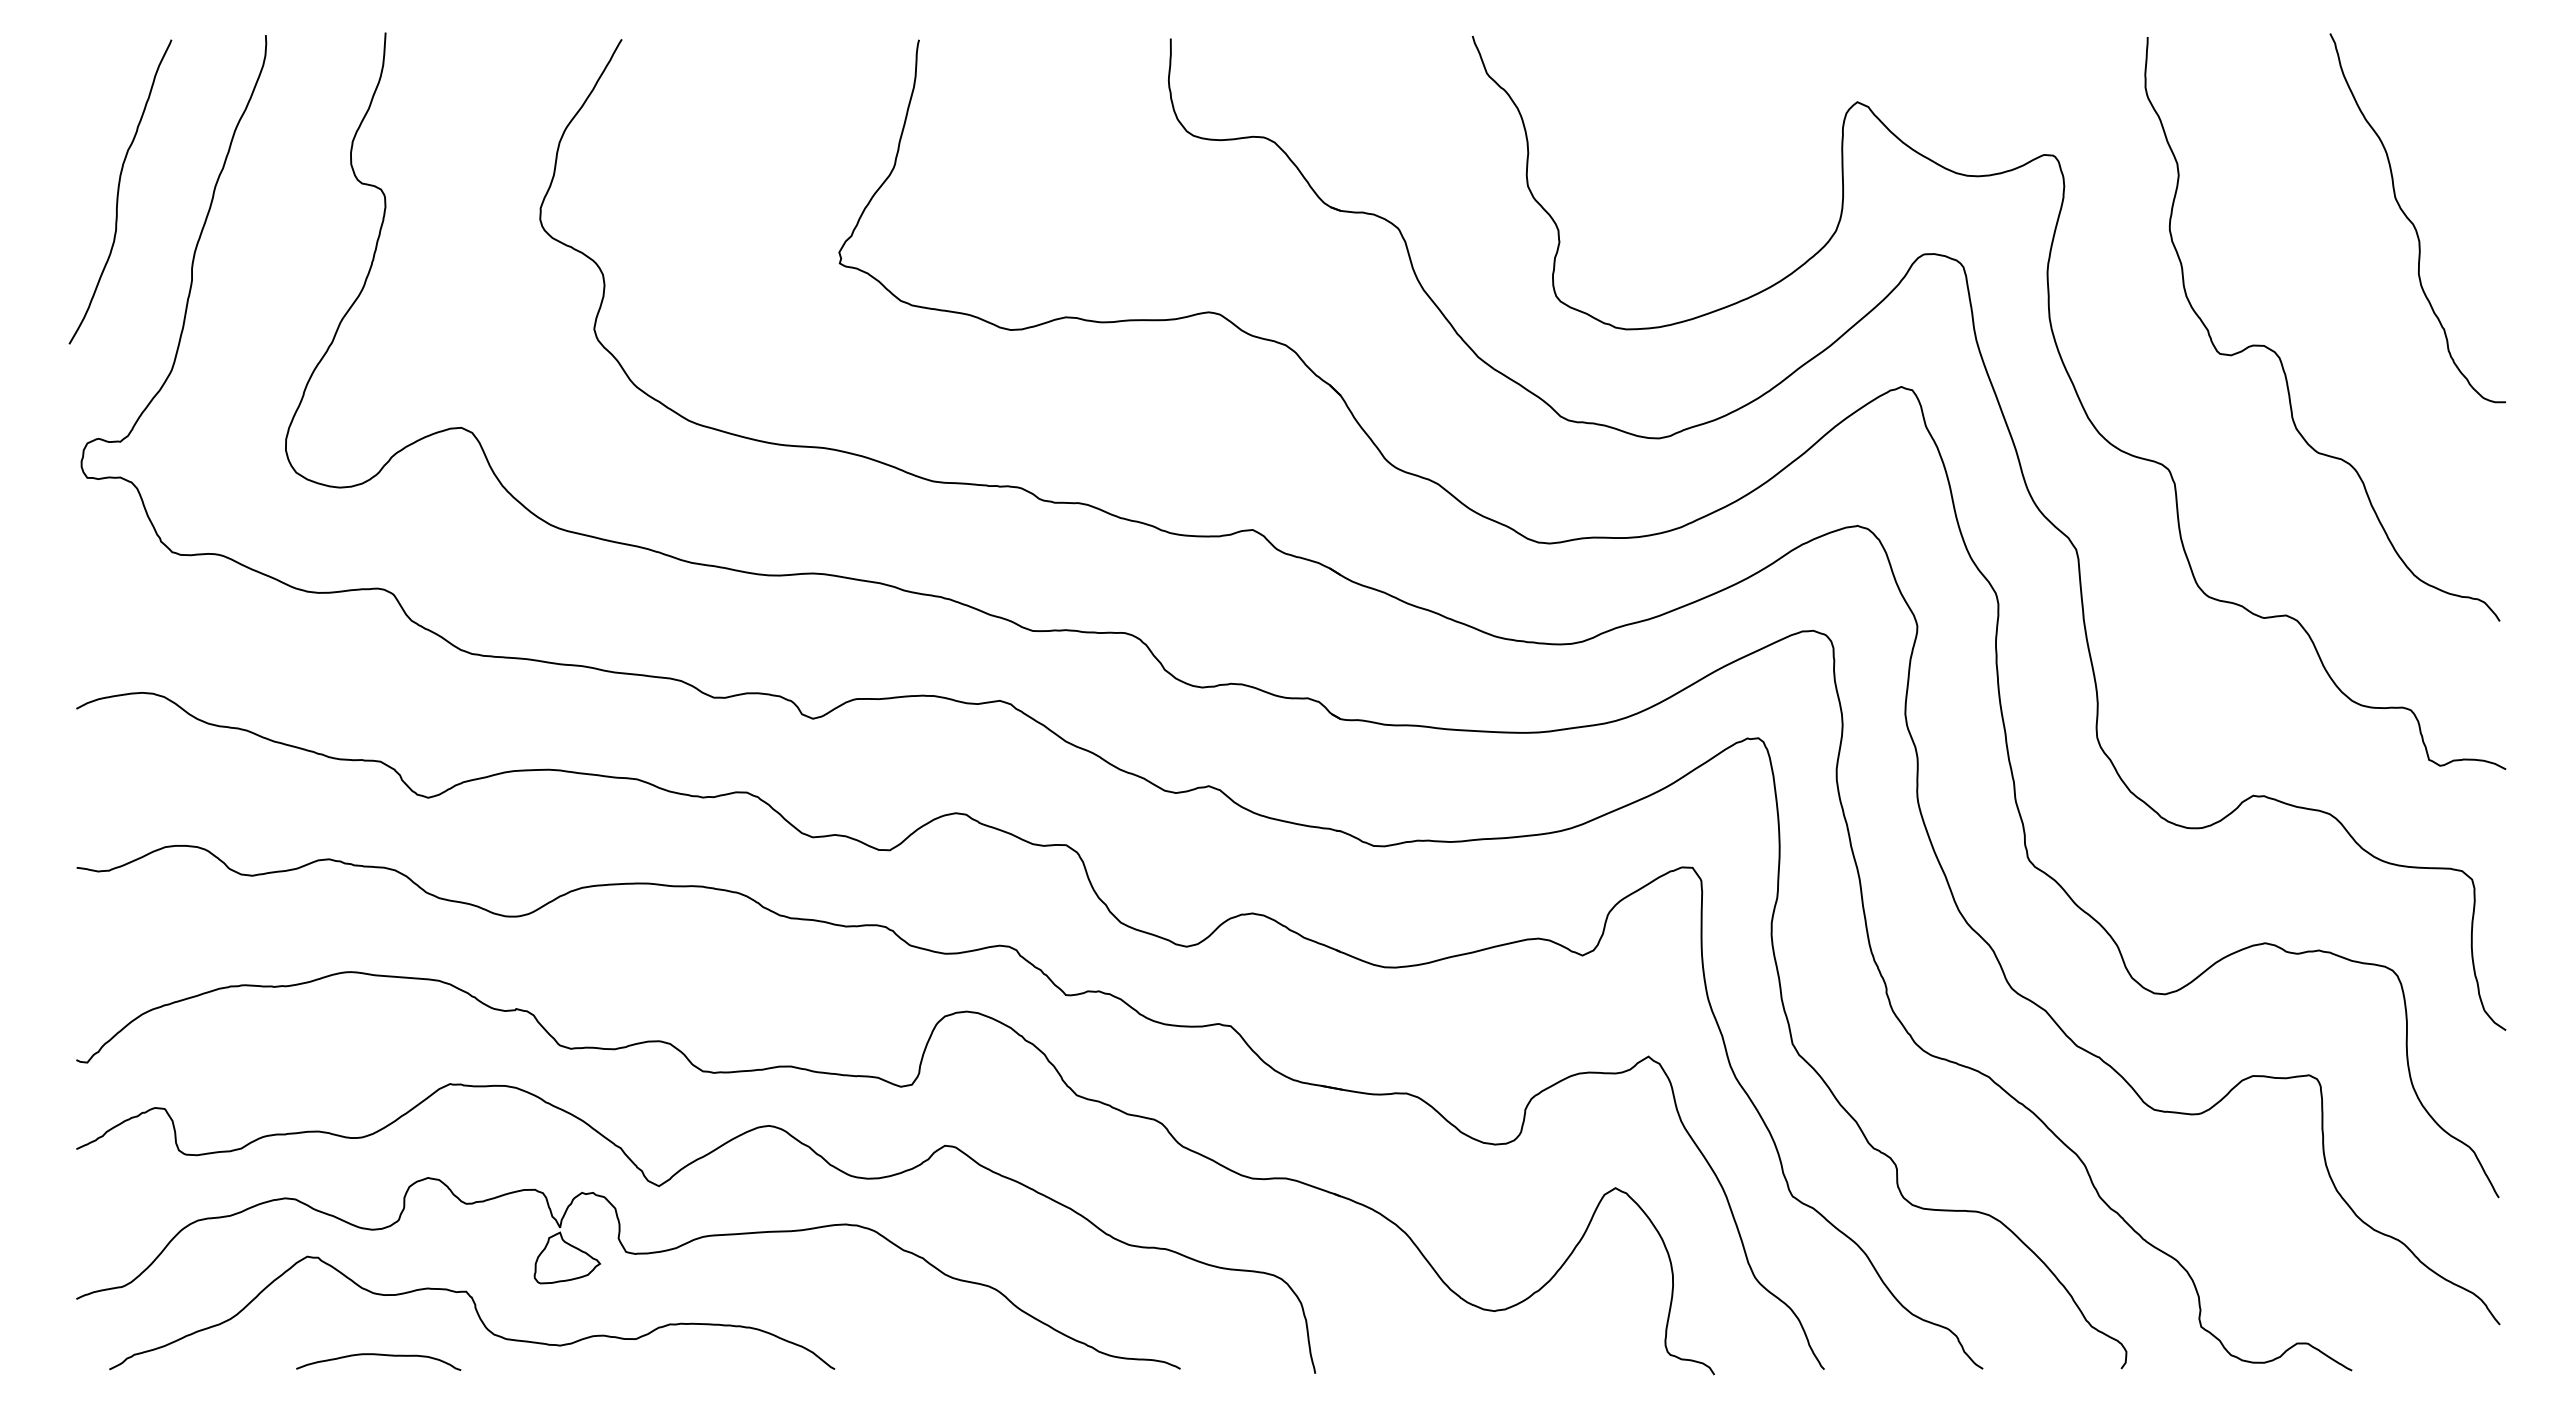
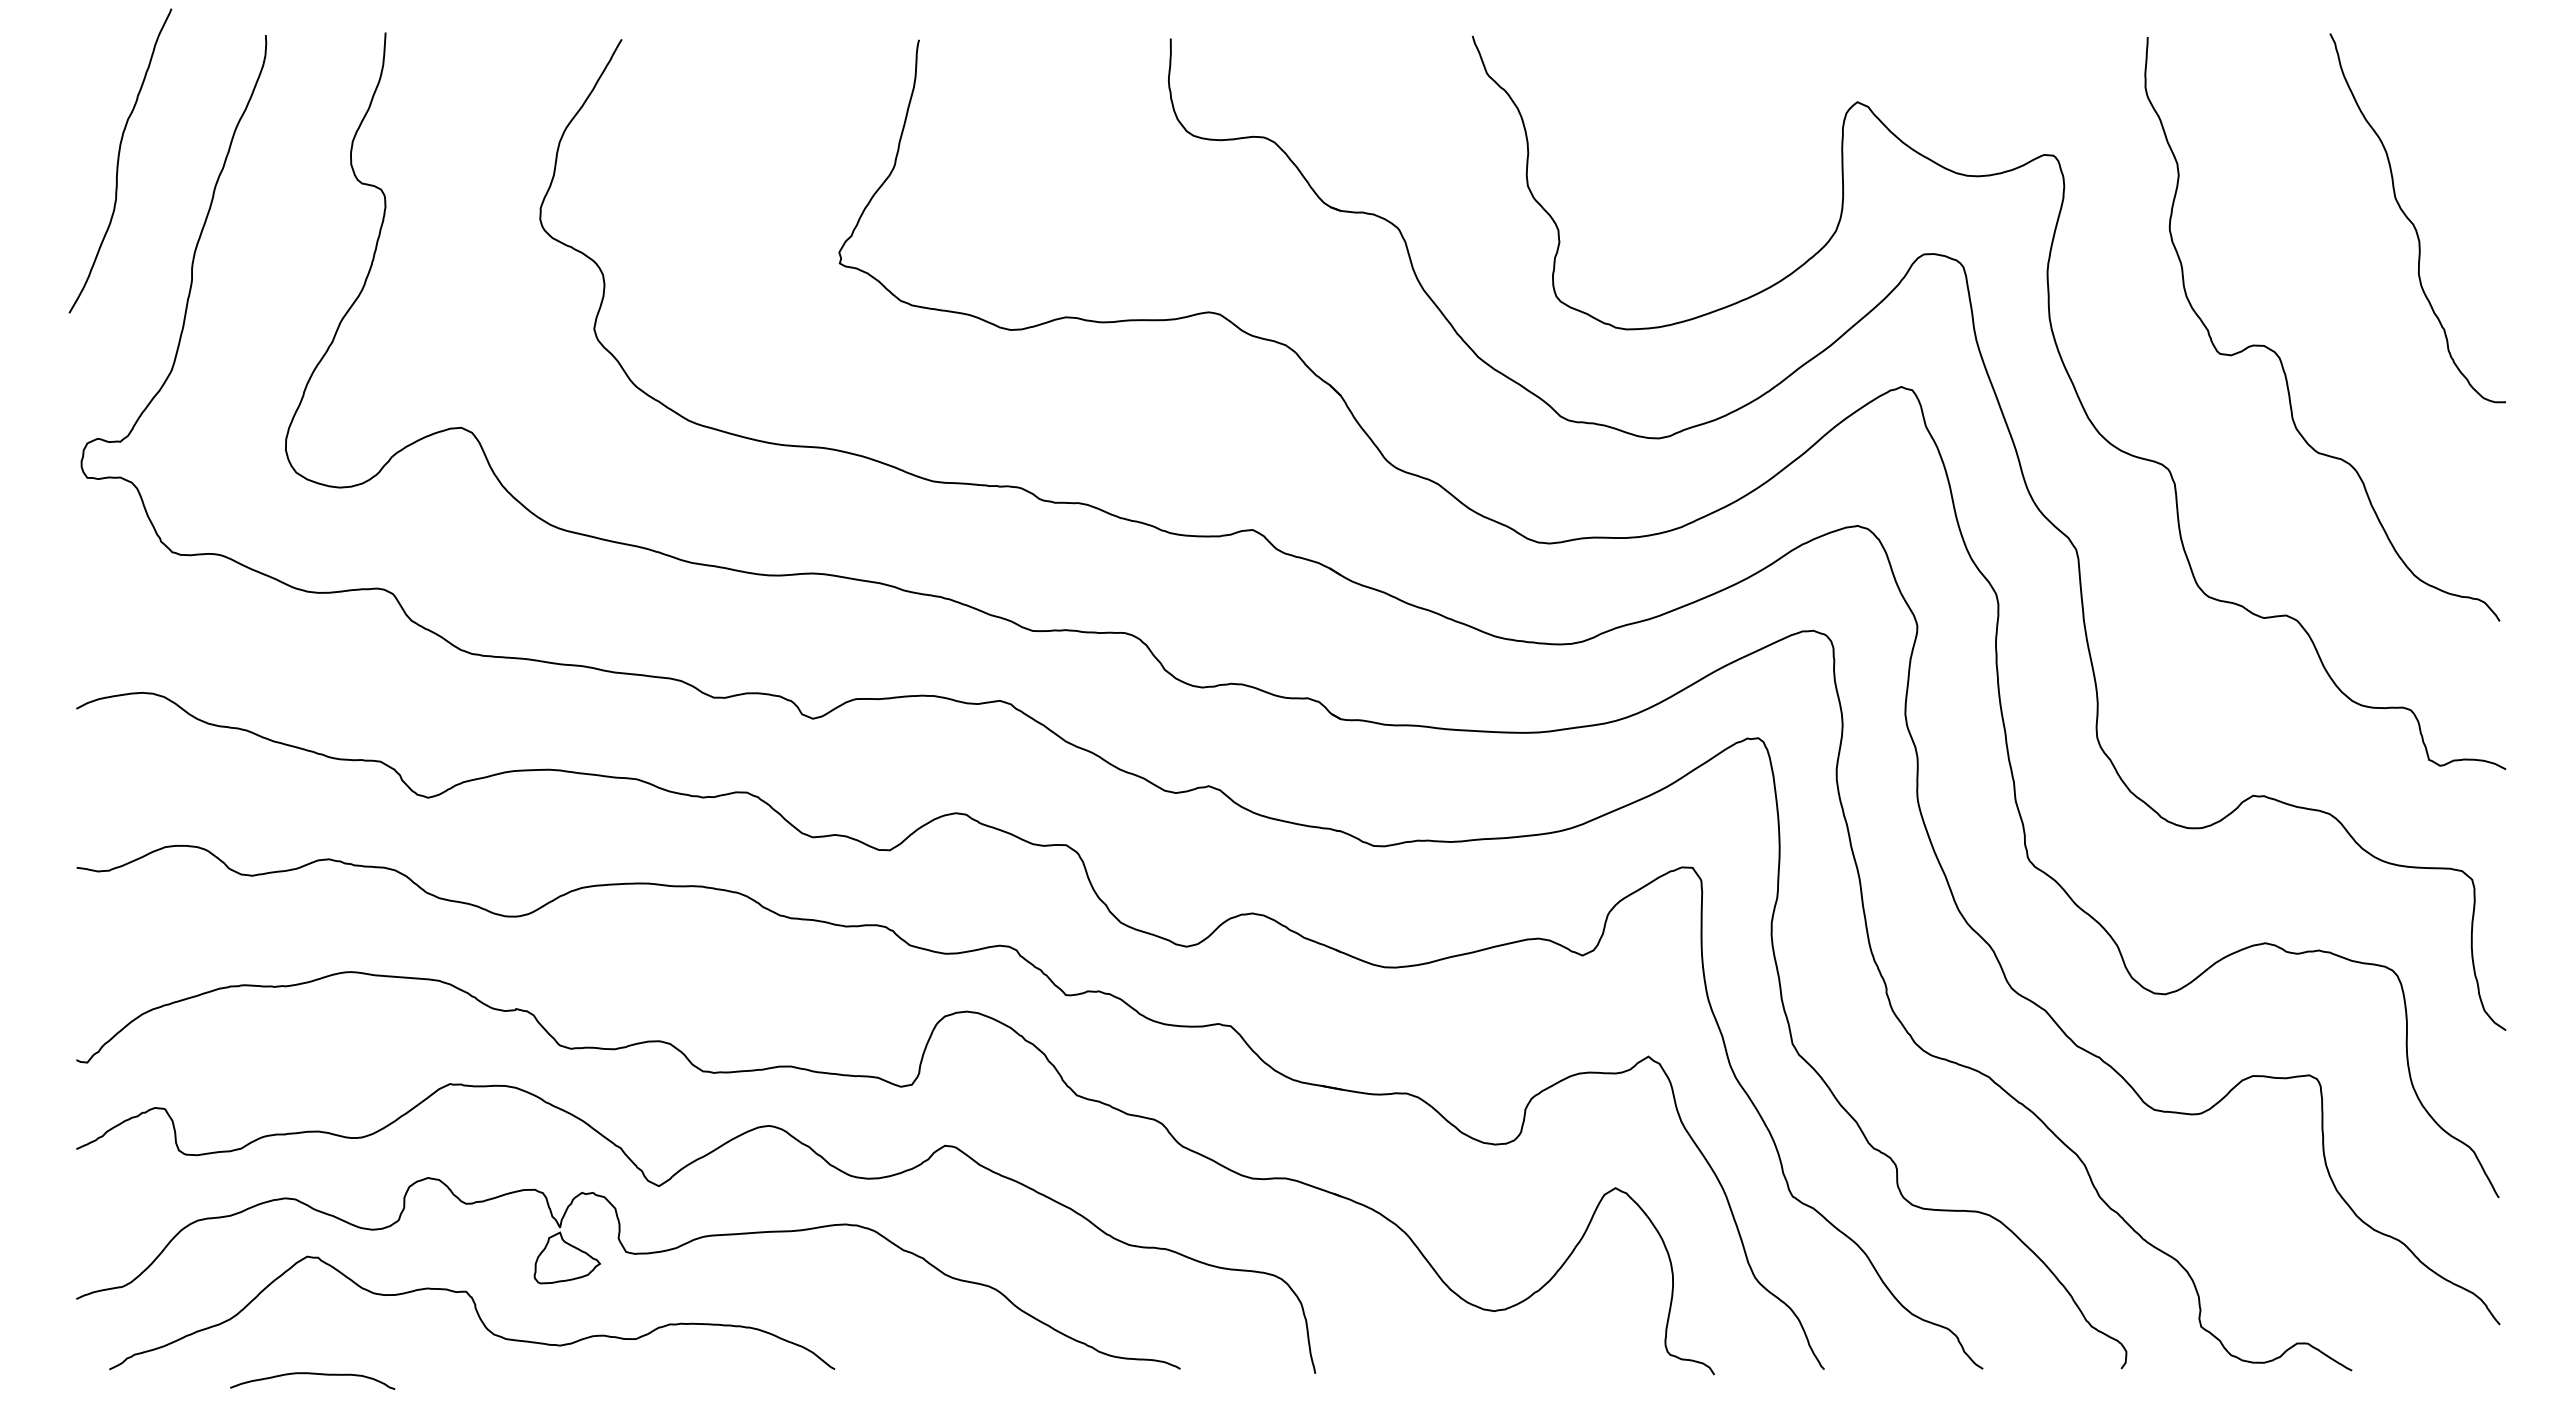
curve at (119, 191) position: (119, 191) -> (119, 160)
curve at (378, 1355) position: (378, 1355) -> (312, 1374)
